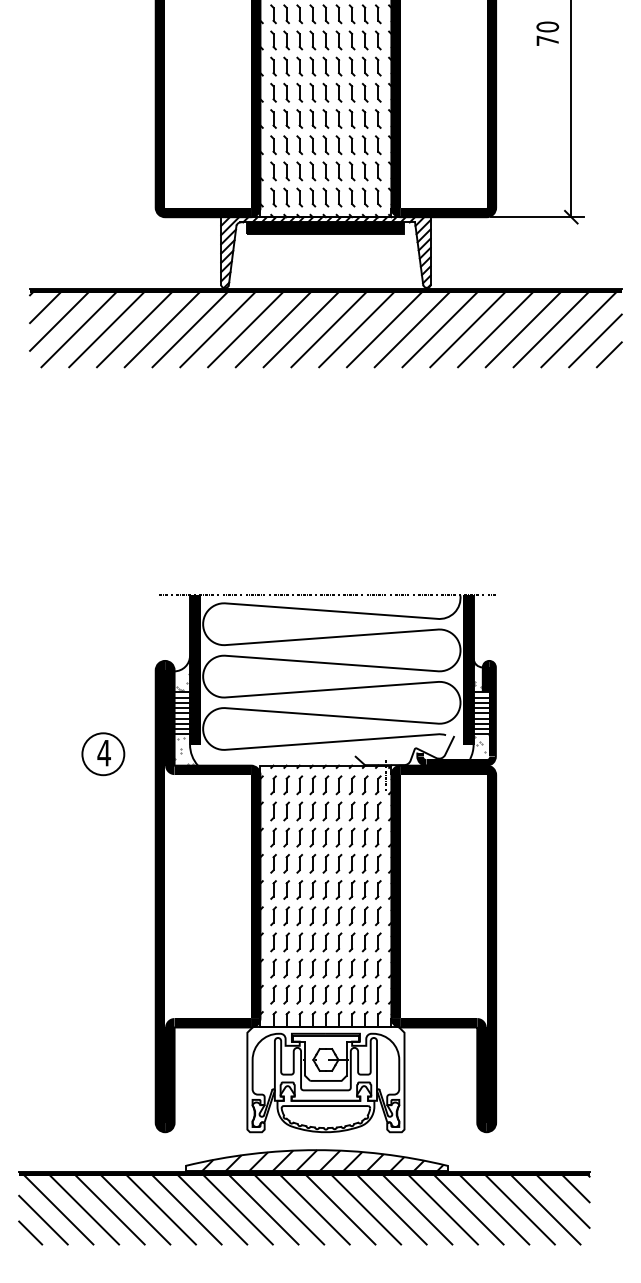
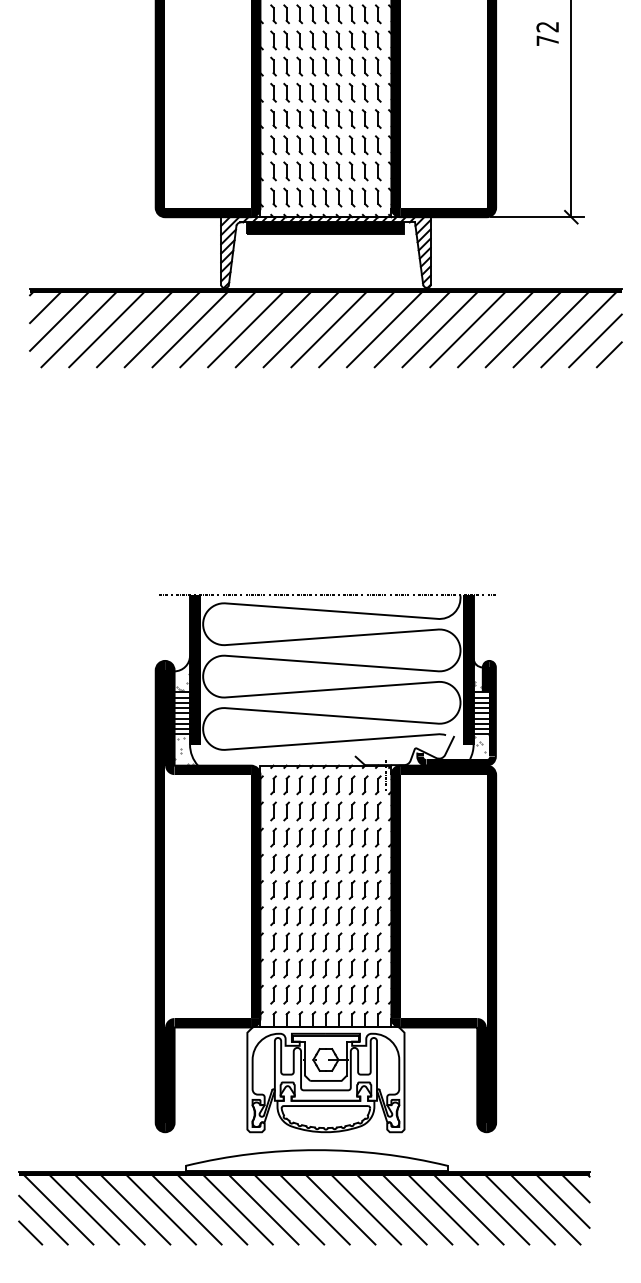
text at (547, 26): 70 -> 72
part at (103, 754): present -> none
hatch at (322, 1160): present -> none
